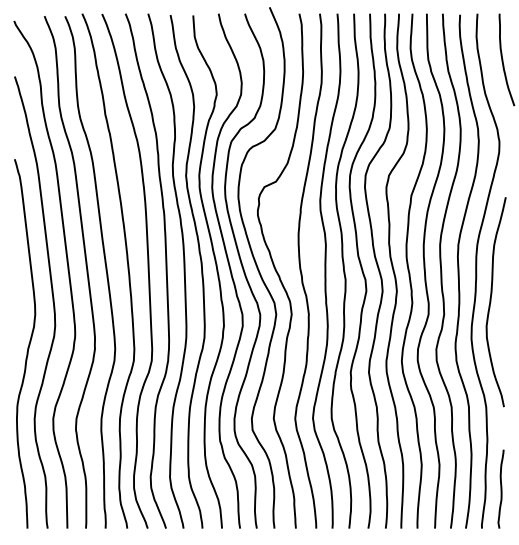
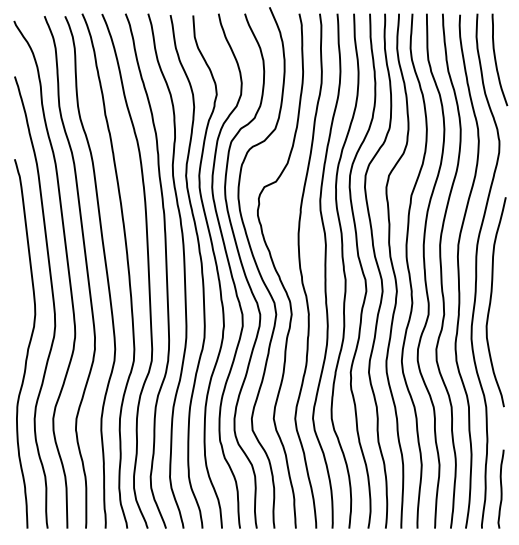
curve at (503, 59) position: (503, 59) -> (496, 59)
